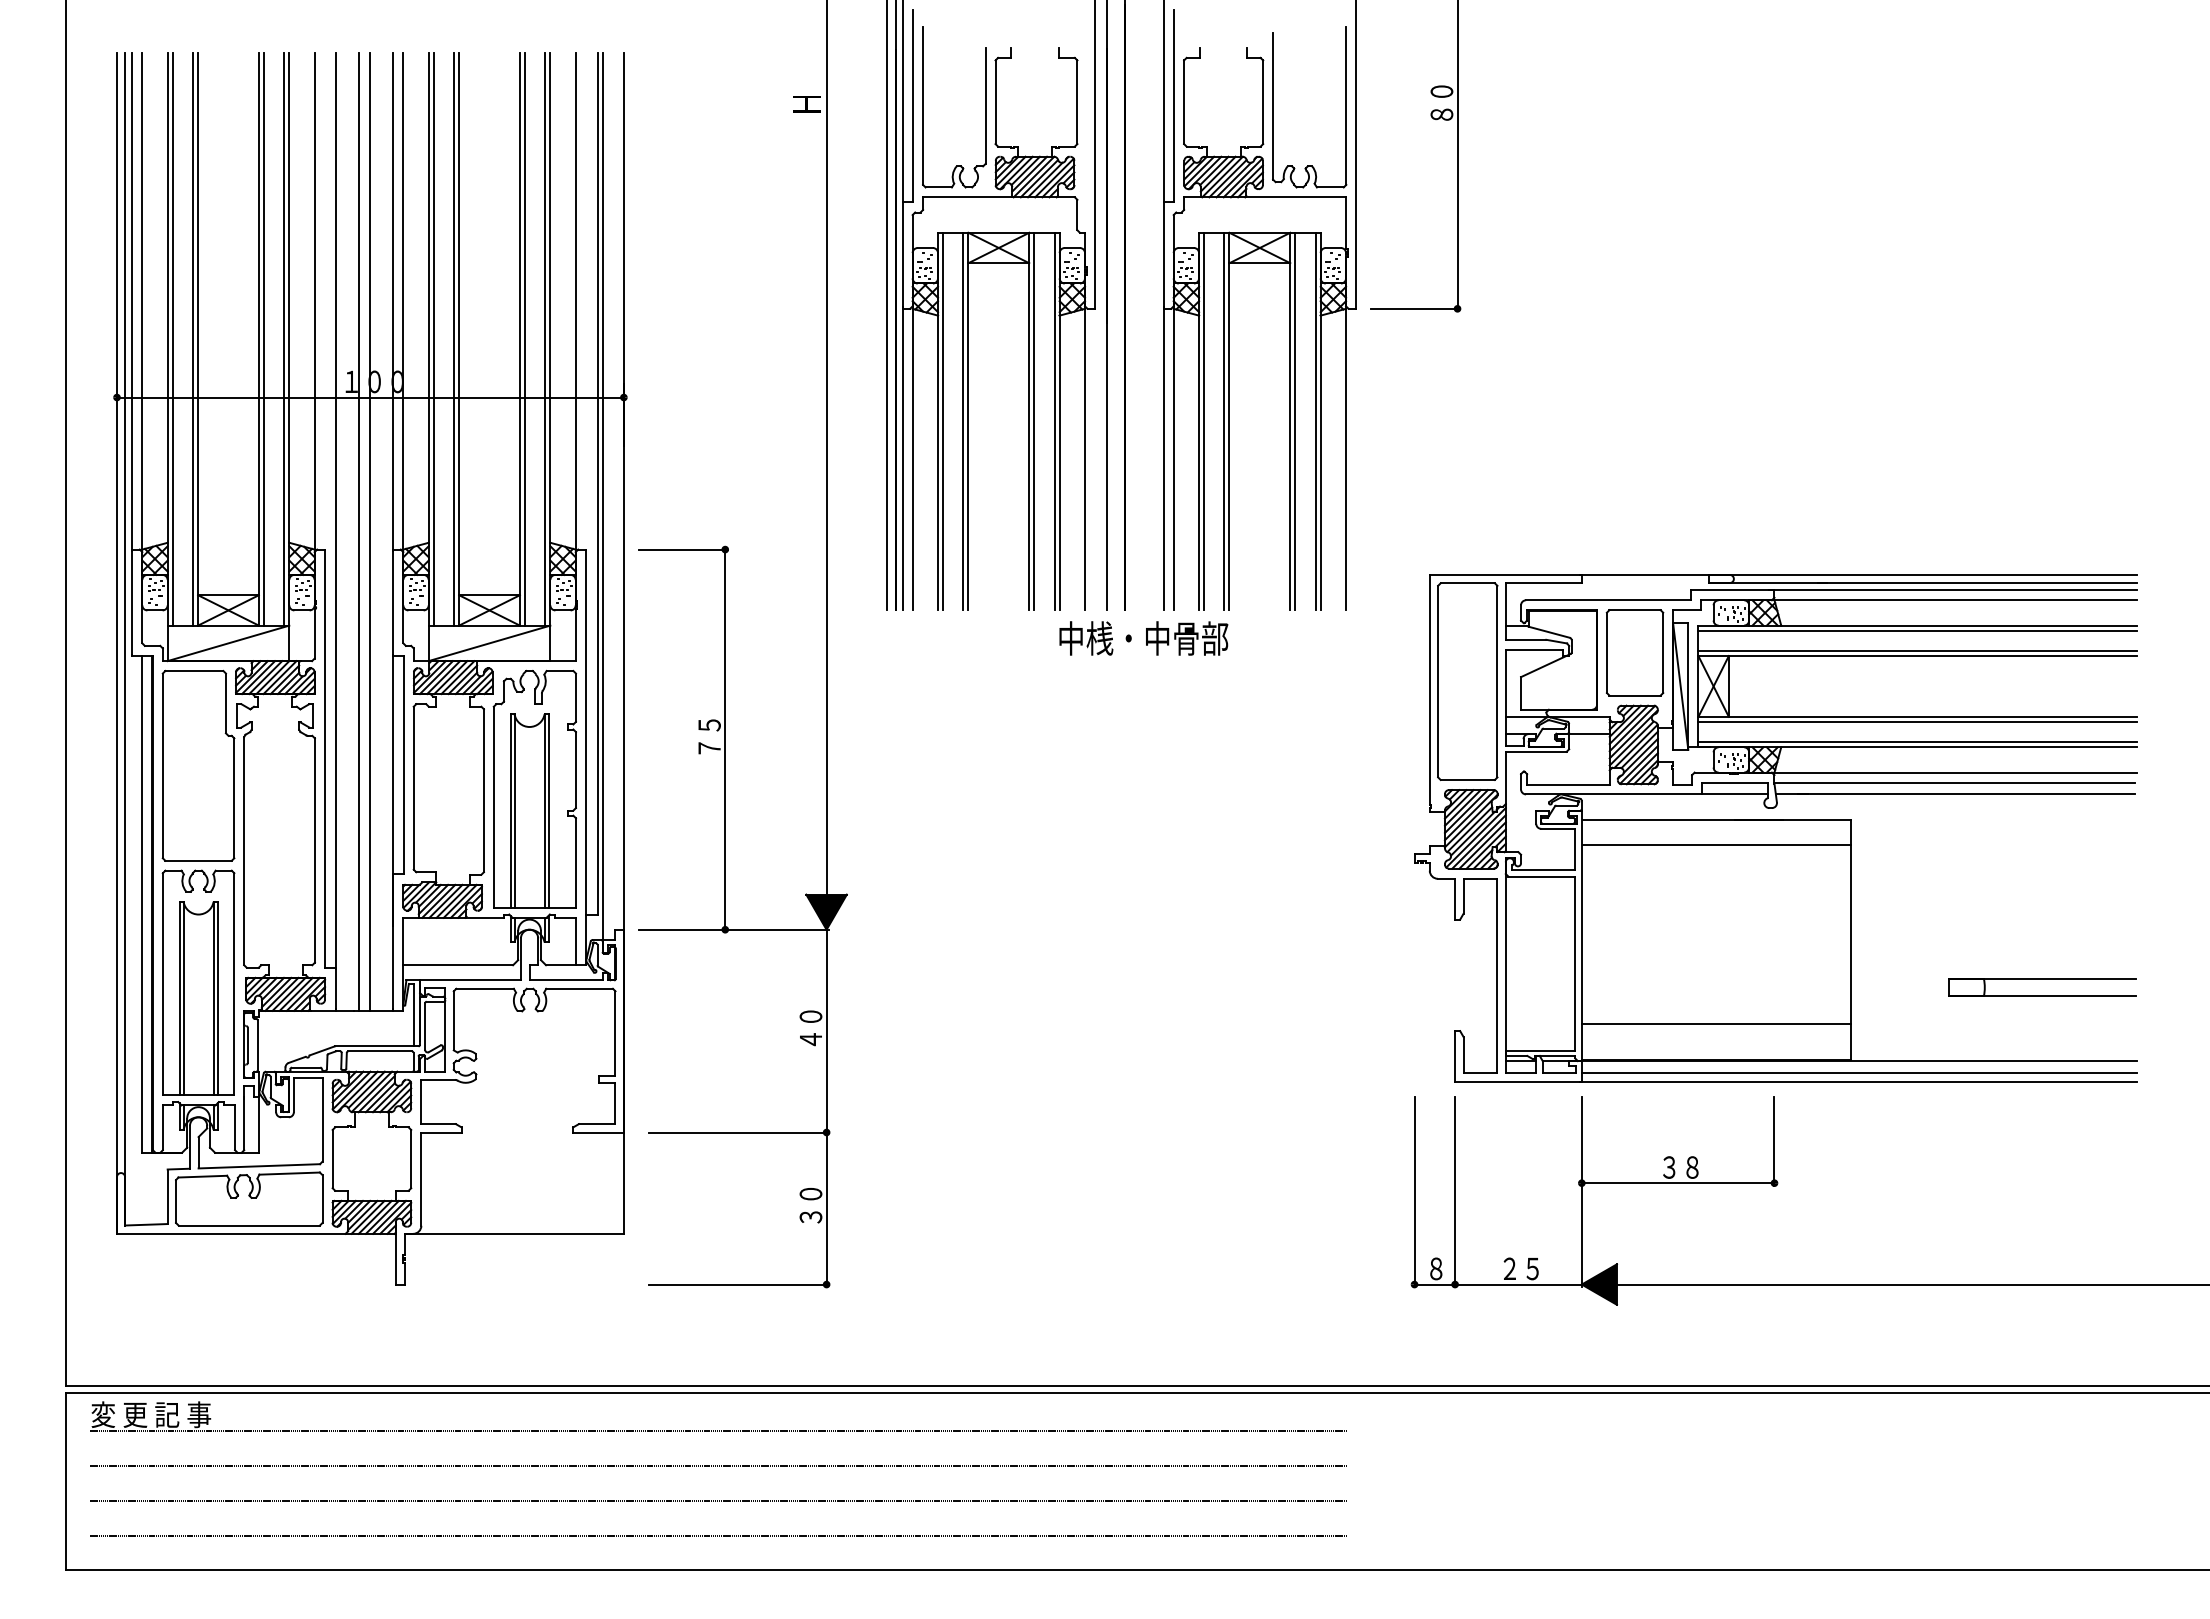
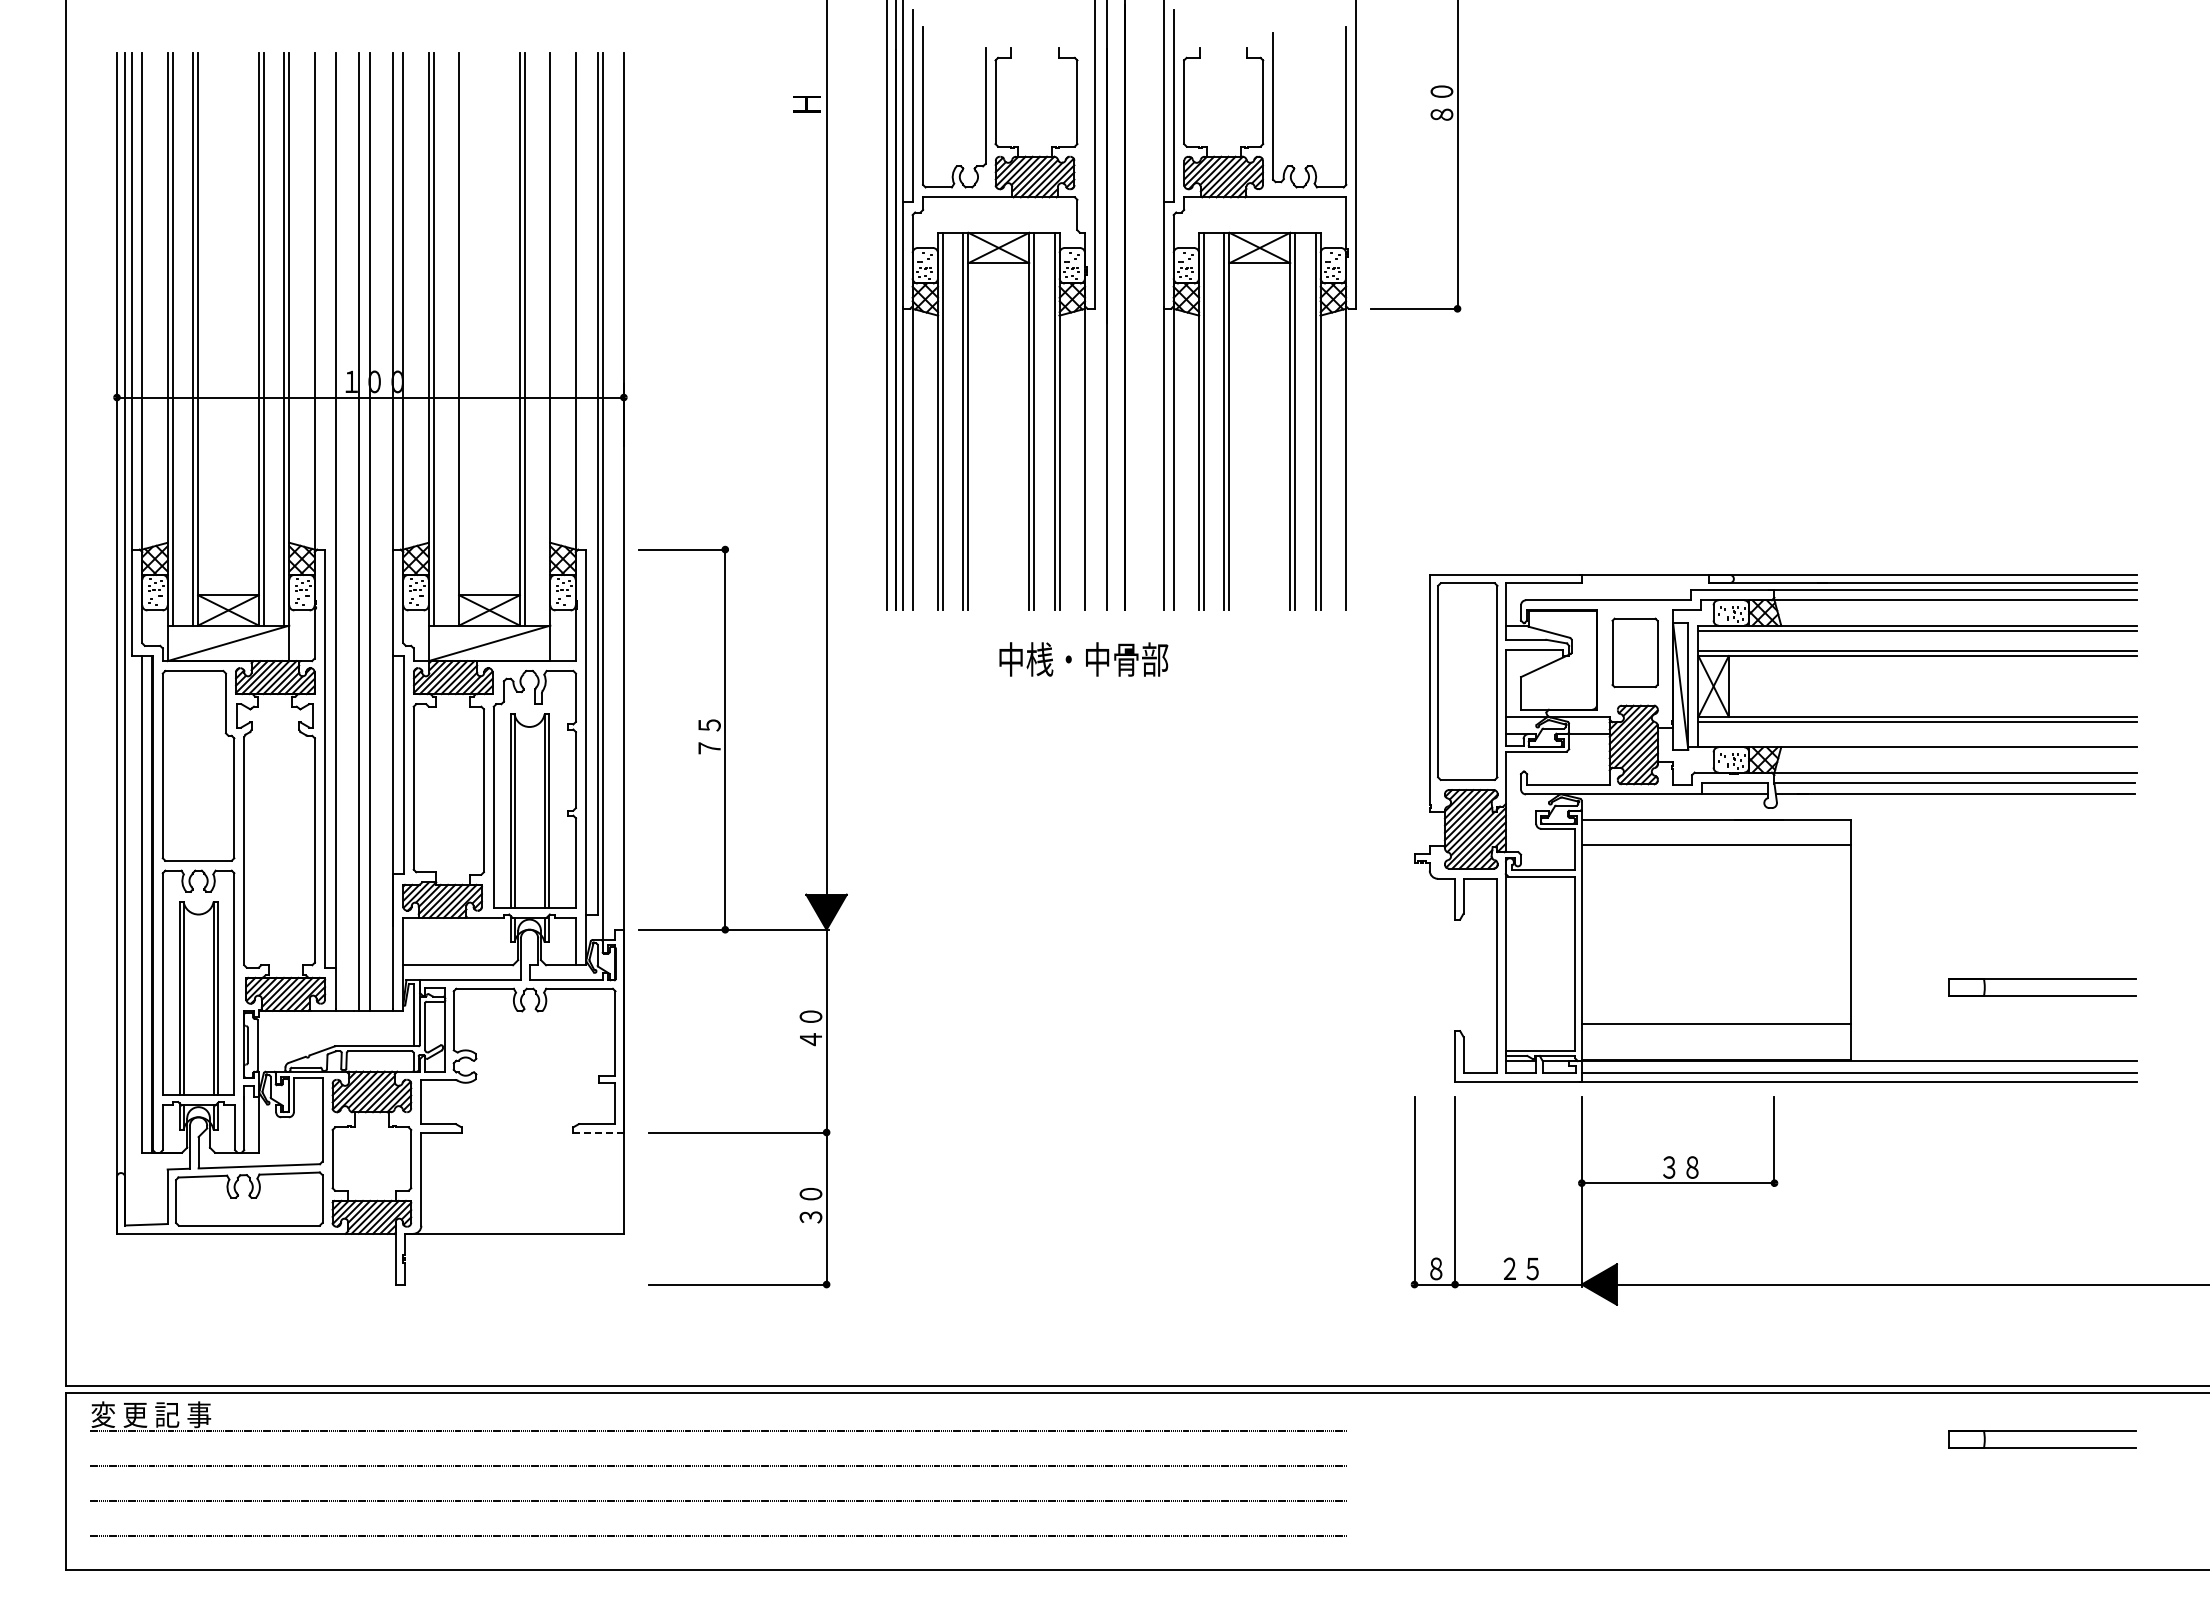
line at (454, 338): present -> none
line at (545, 338): present -> none
text at (1143, 638) position: (1143, 638) -> (1083, 659)
part at (1634, 652) size: 60x88 px -> 48x72 px
line at (1917, 742): present -> none
line at (598, 1132): solid -> dashed
part at (2042, 1431): none -> present
